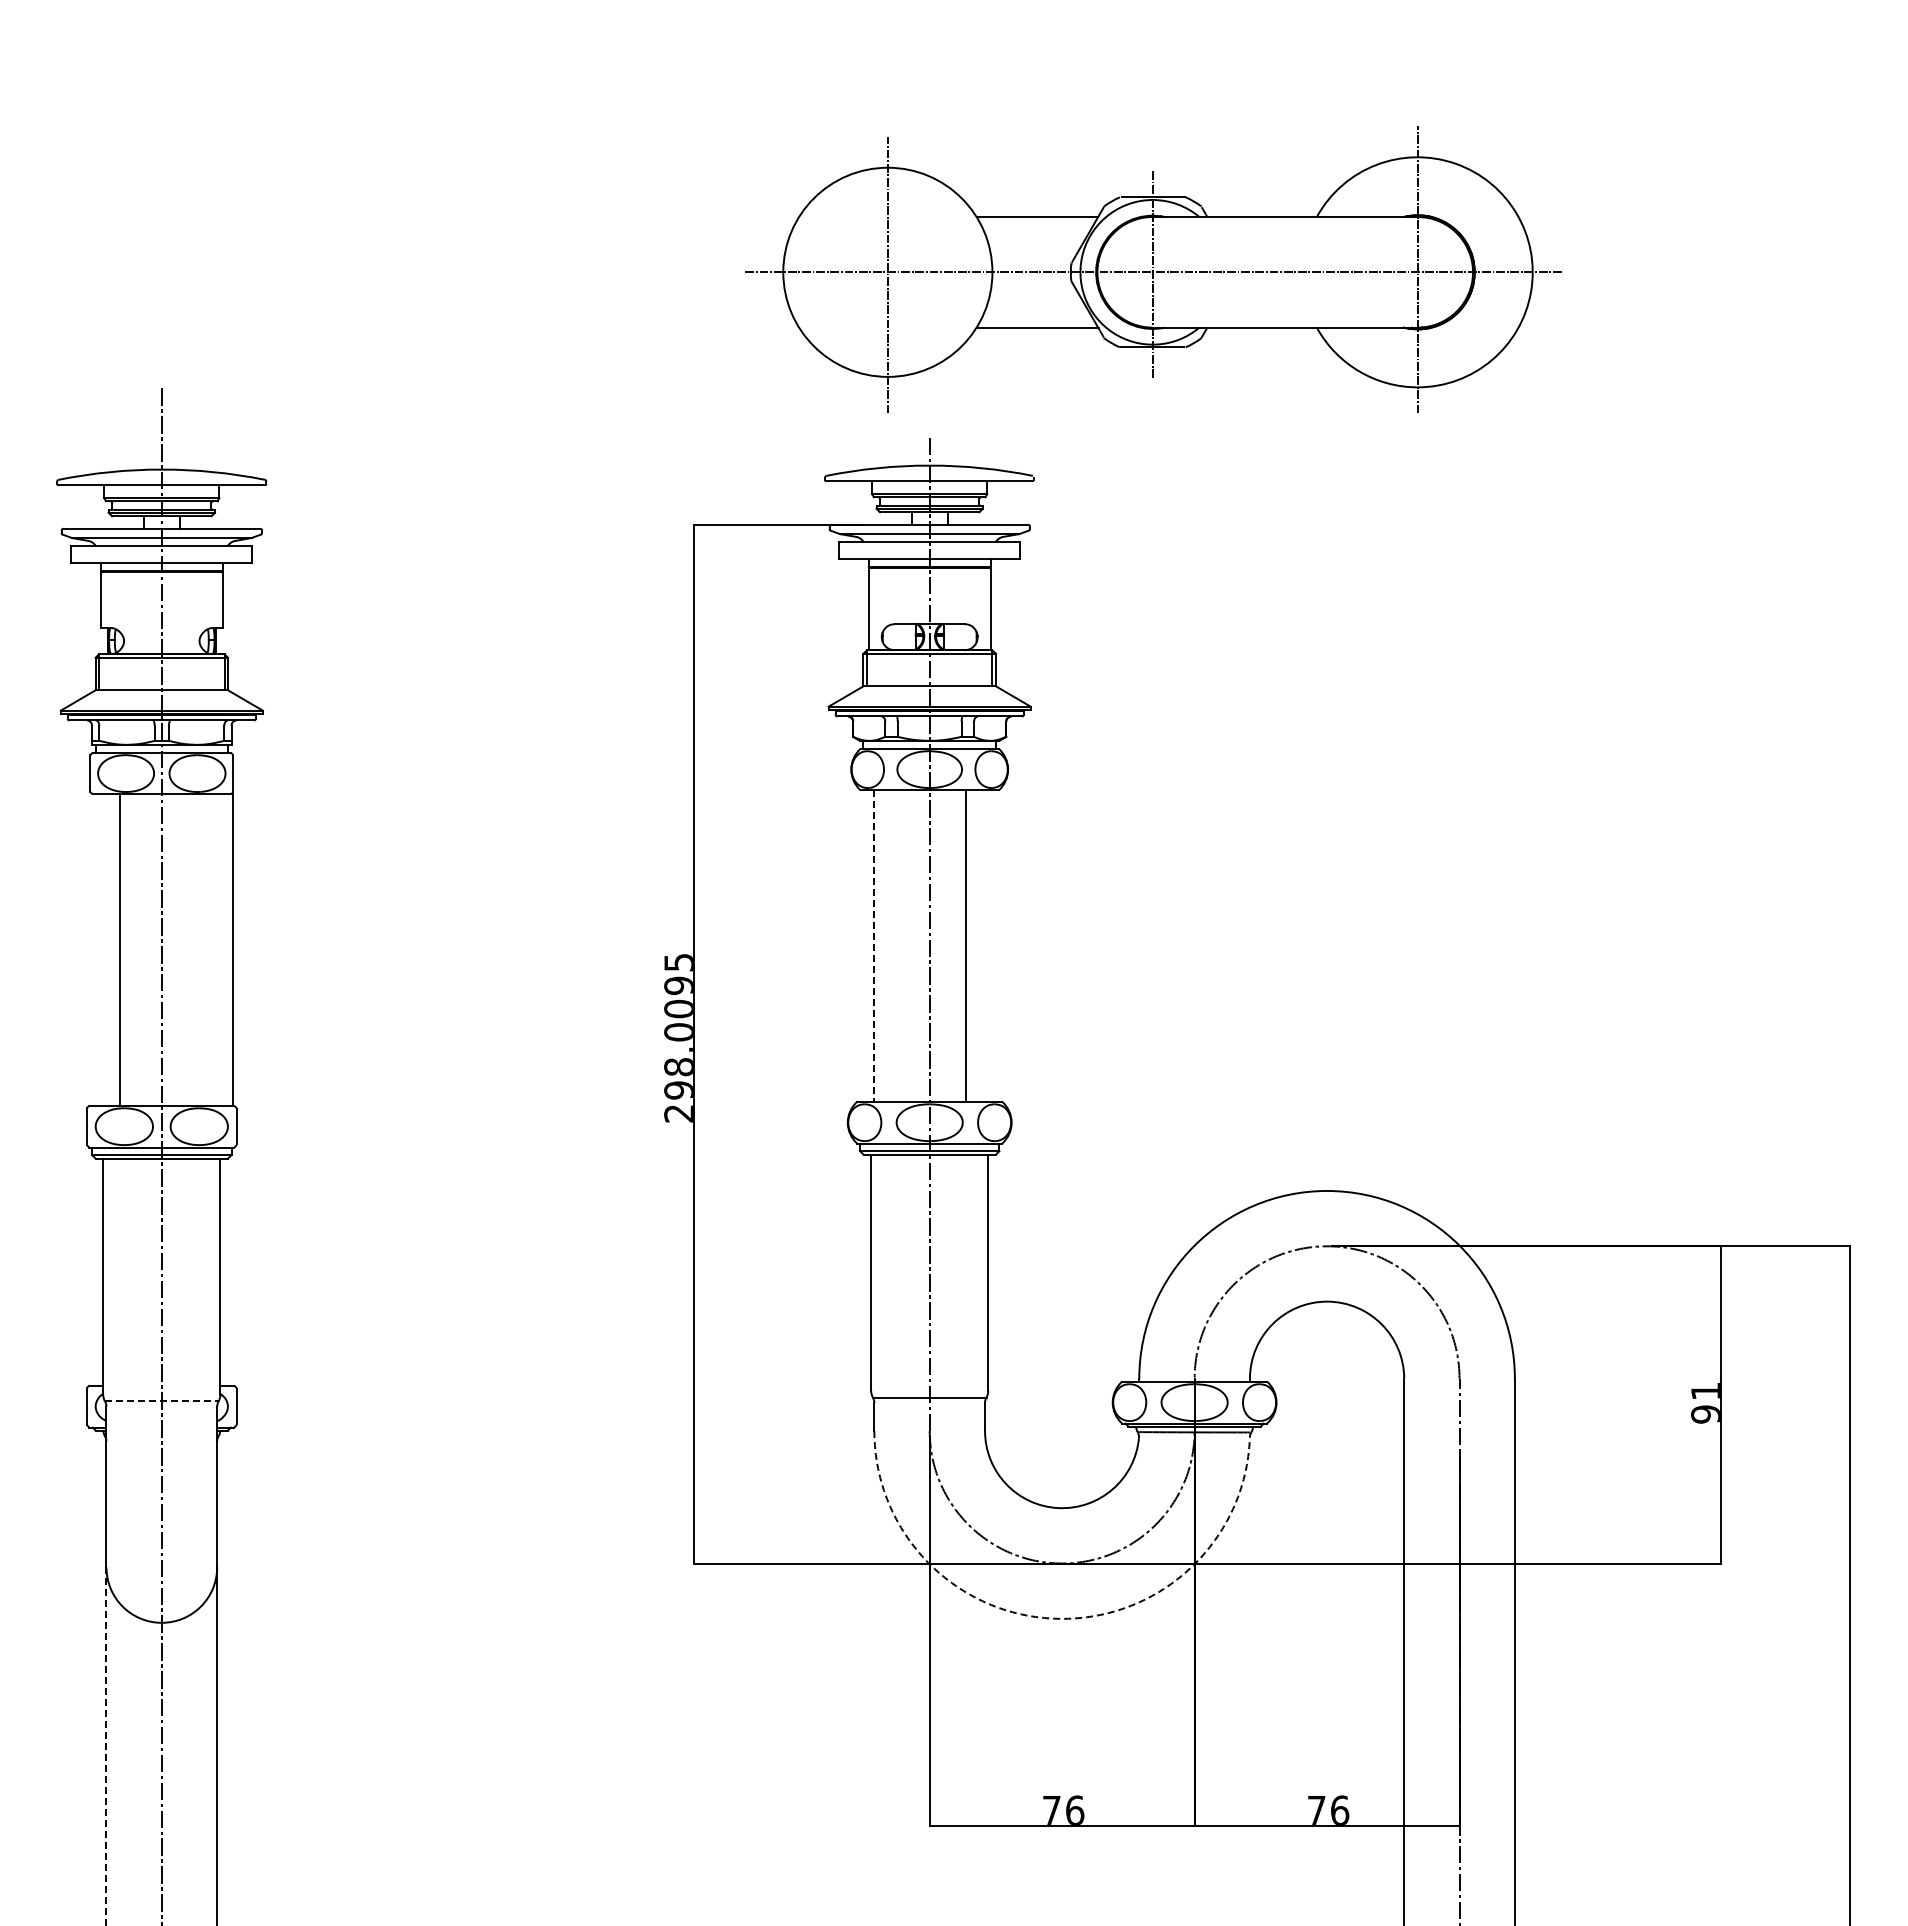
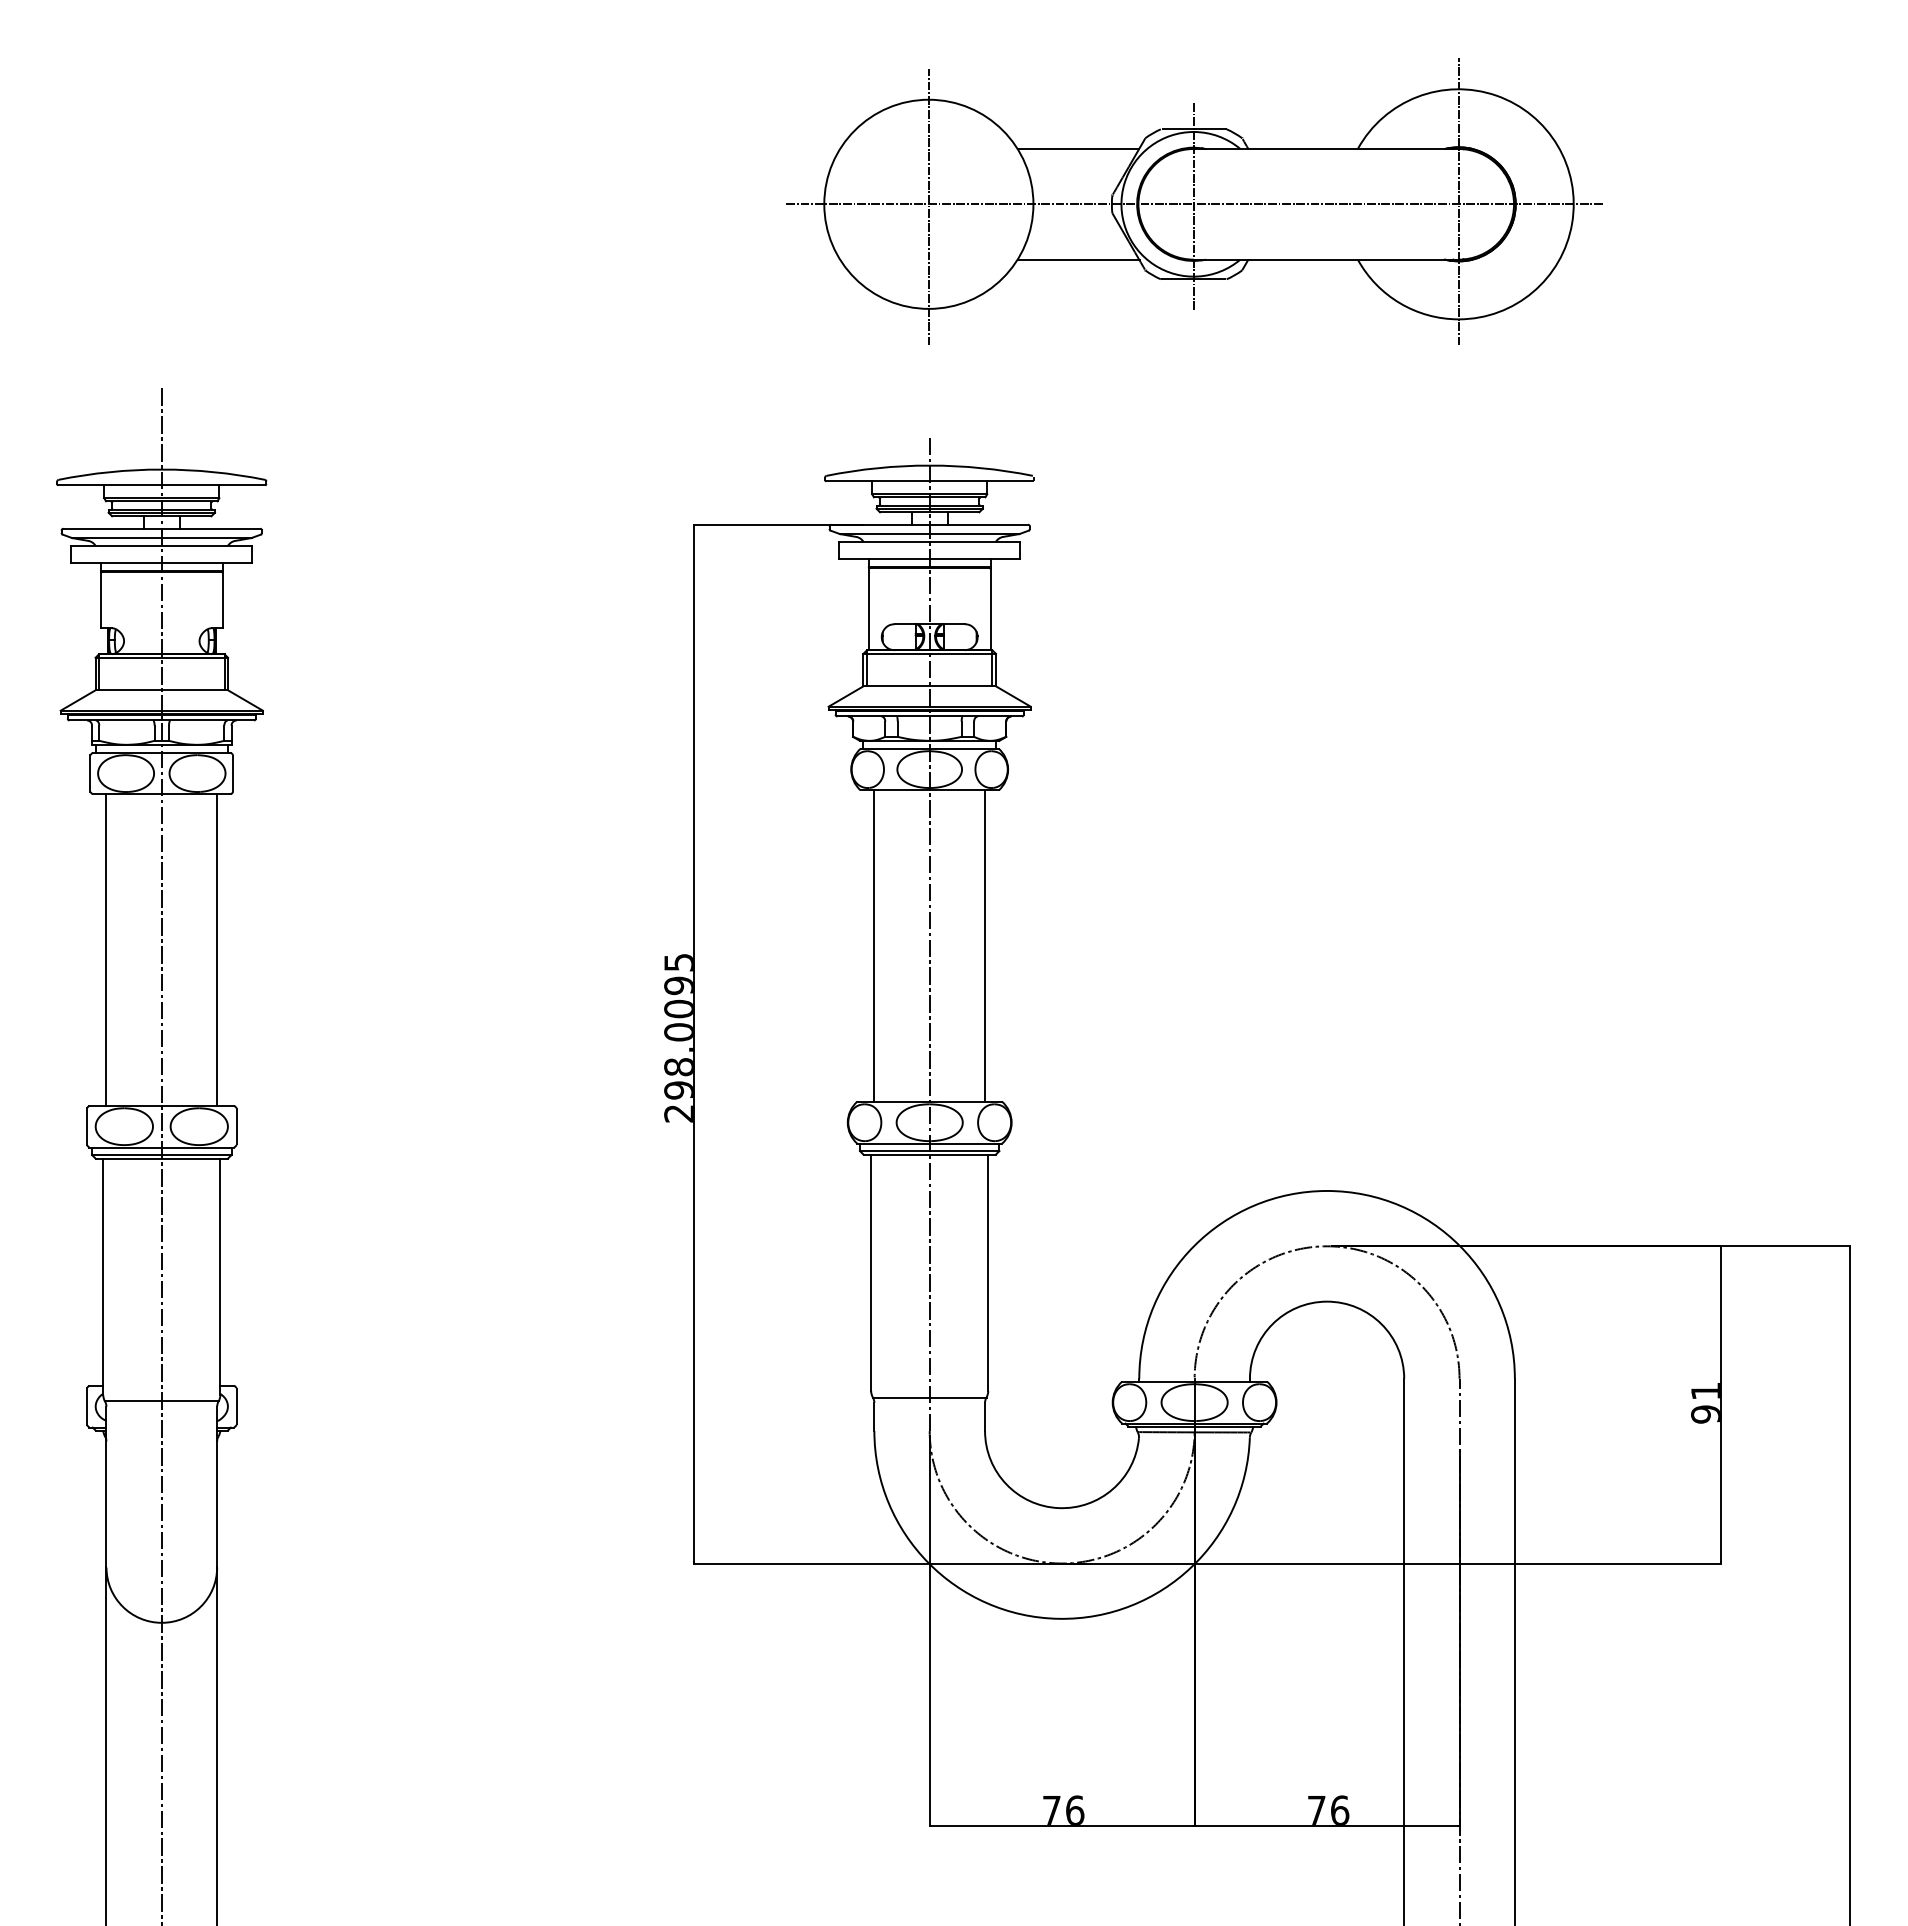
part at (1153, 269) position: (1153, 269) -> (1194, 201)
line at (966, 945) position: (966, 945) -> (985, 945)
line at (874, 946): dashed -> solid
line at (120, 949) position: (120, 949) -> (106, 949)
line at (233, 949) position: (233, 949) -> (217, 949)
line at (161, 1401): dashed -> solid
arc at (1058, 1618): dashed -> solid
line at (106, 1746): dashed -> solid
